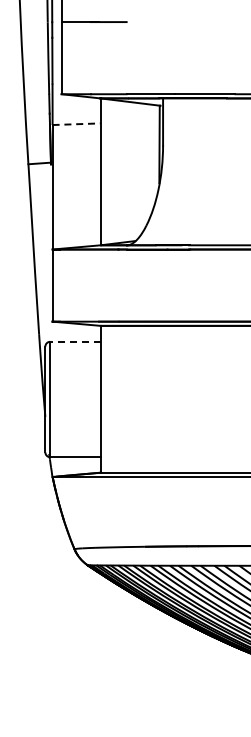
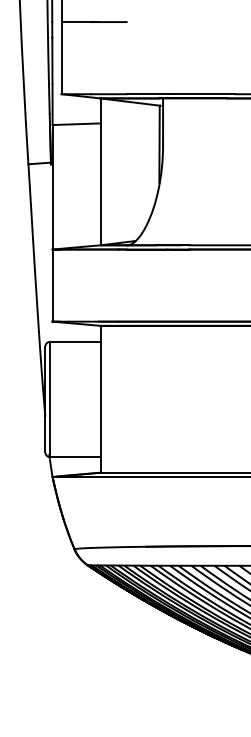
line at (77, 124): dashed -> solid
line at (74, 341): dashed -> solid
